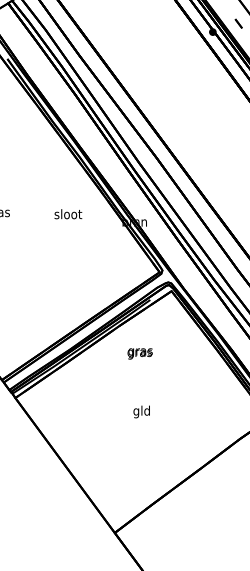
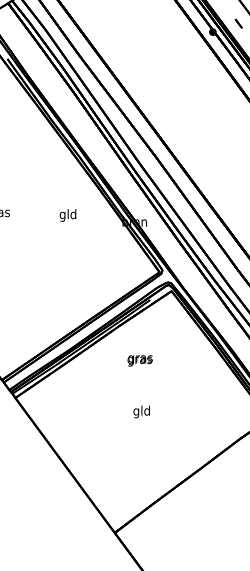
text at (68, 215): sloot -> gld
text at (139, 353) position: (139, 353) -> (139, 360)
